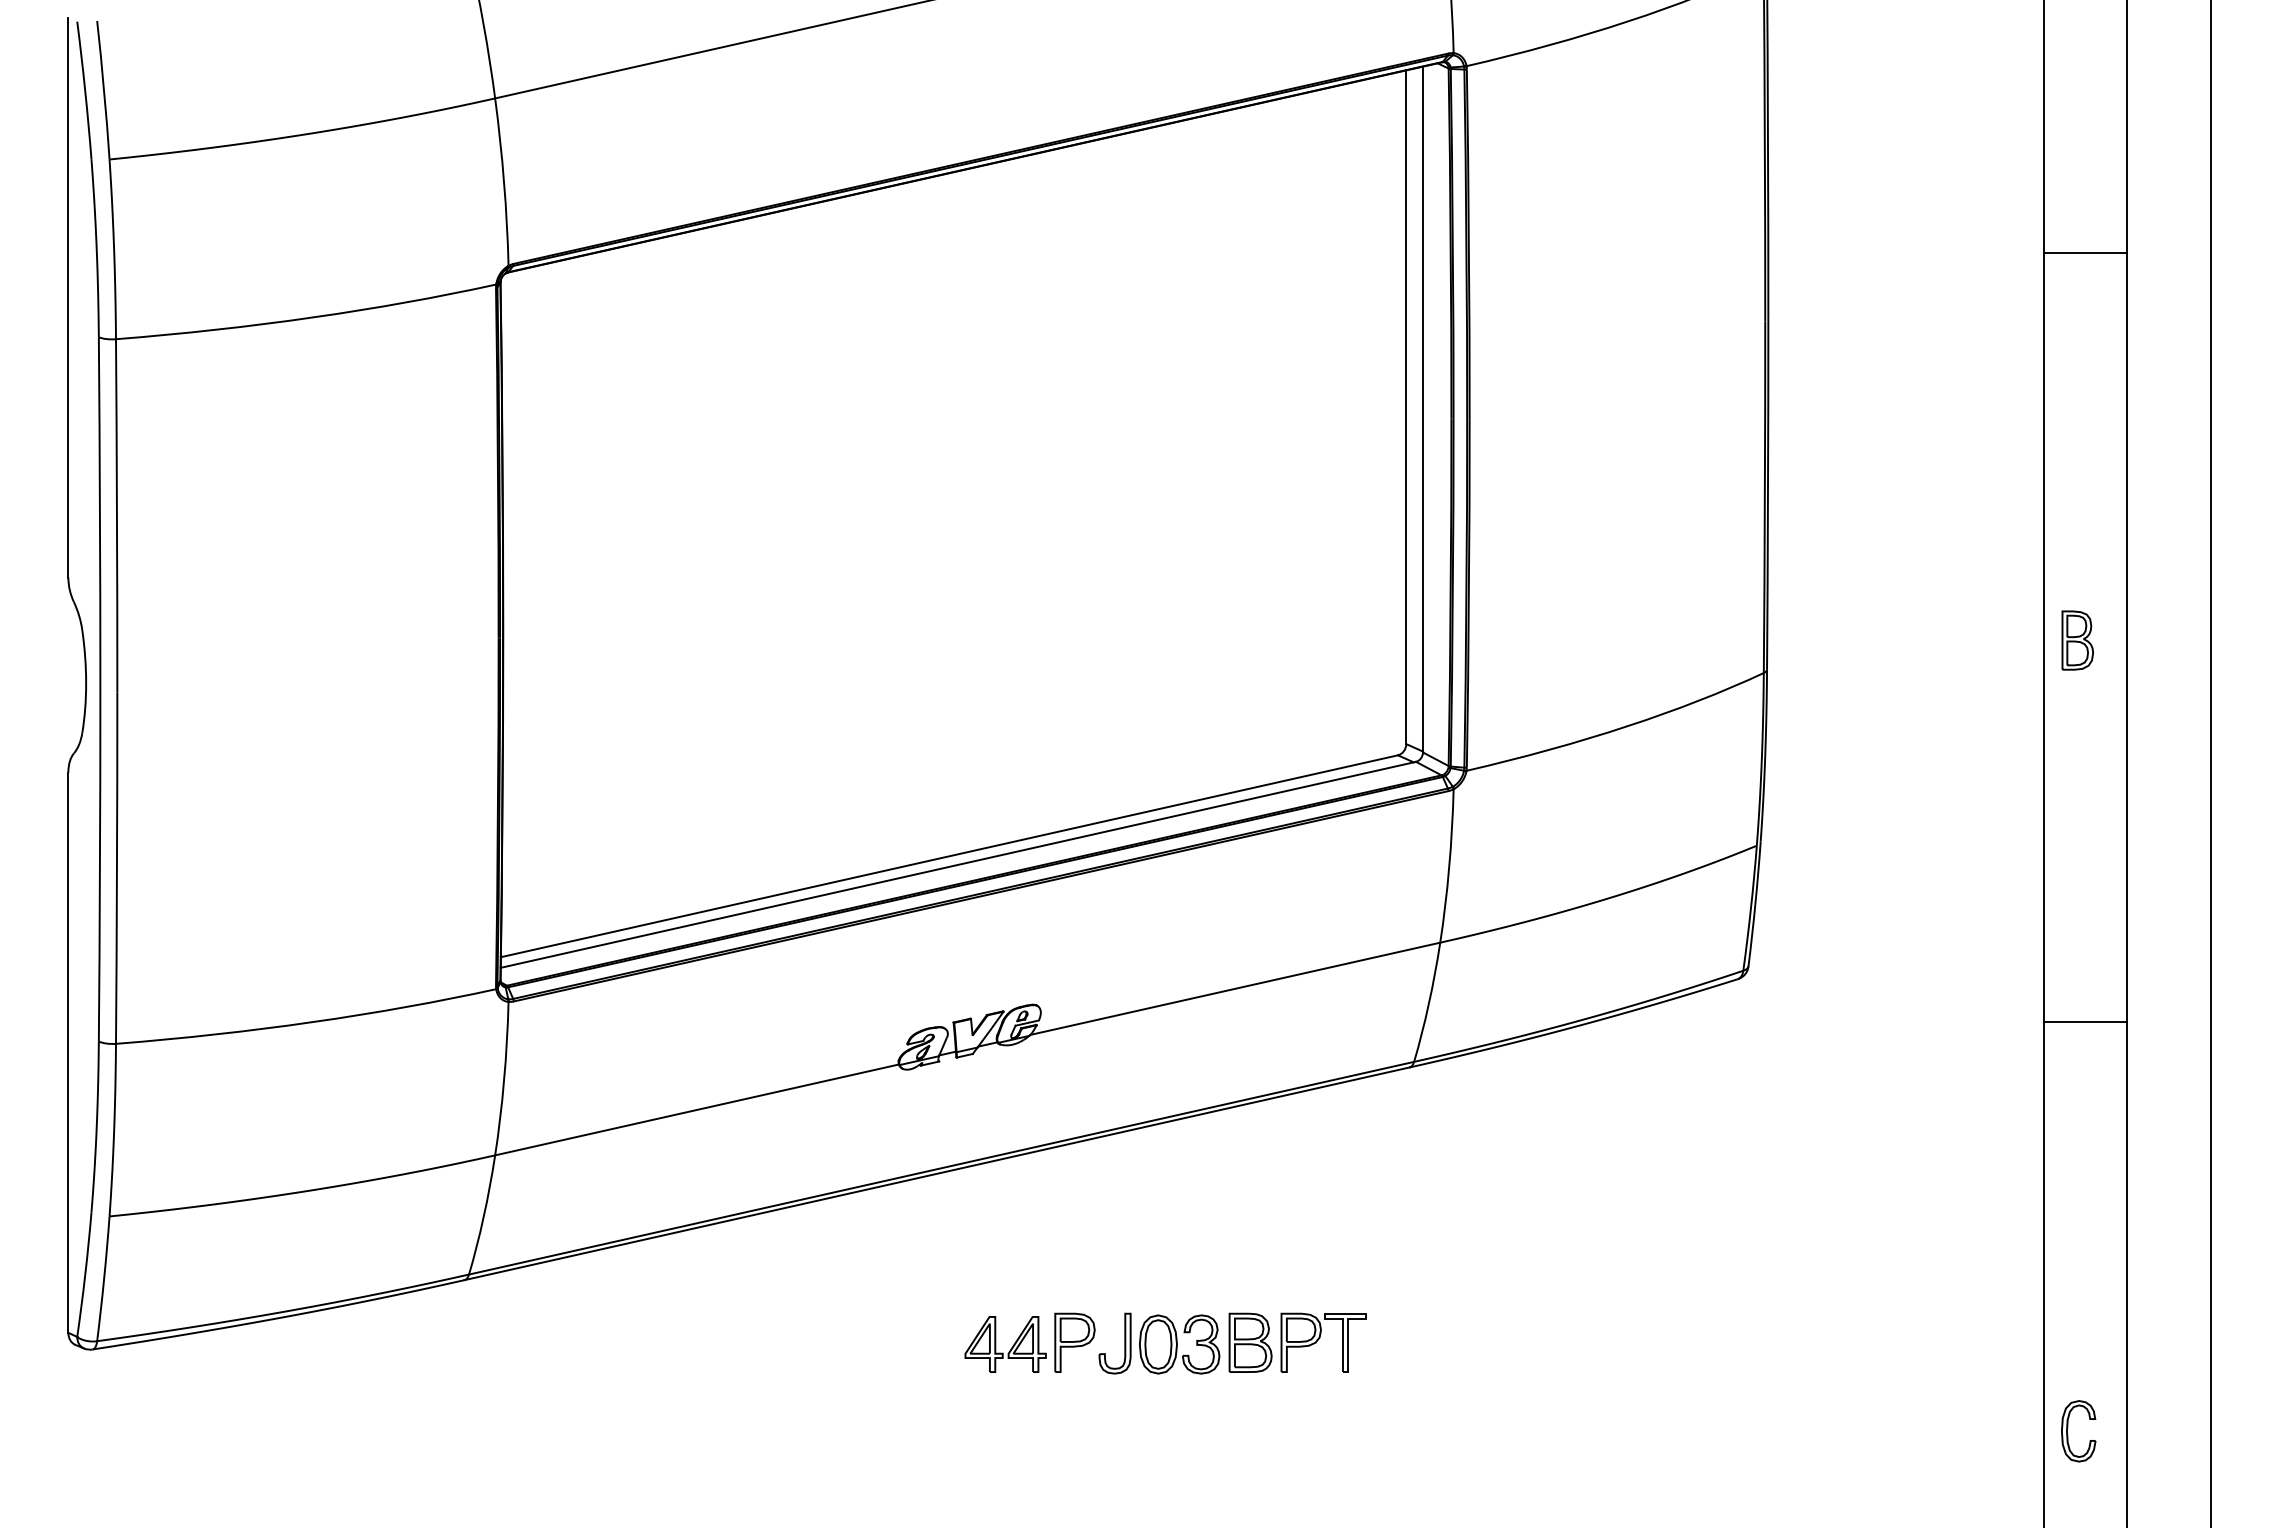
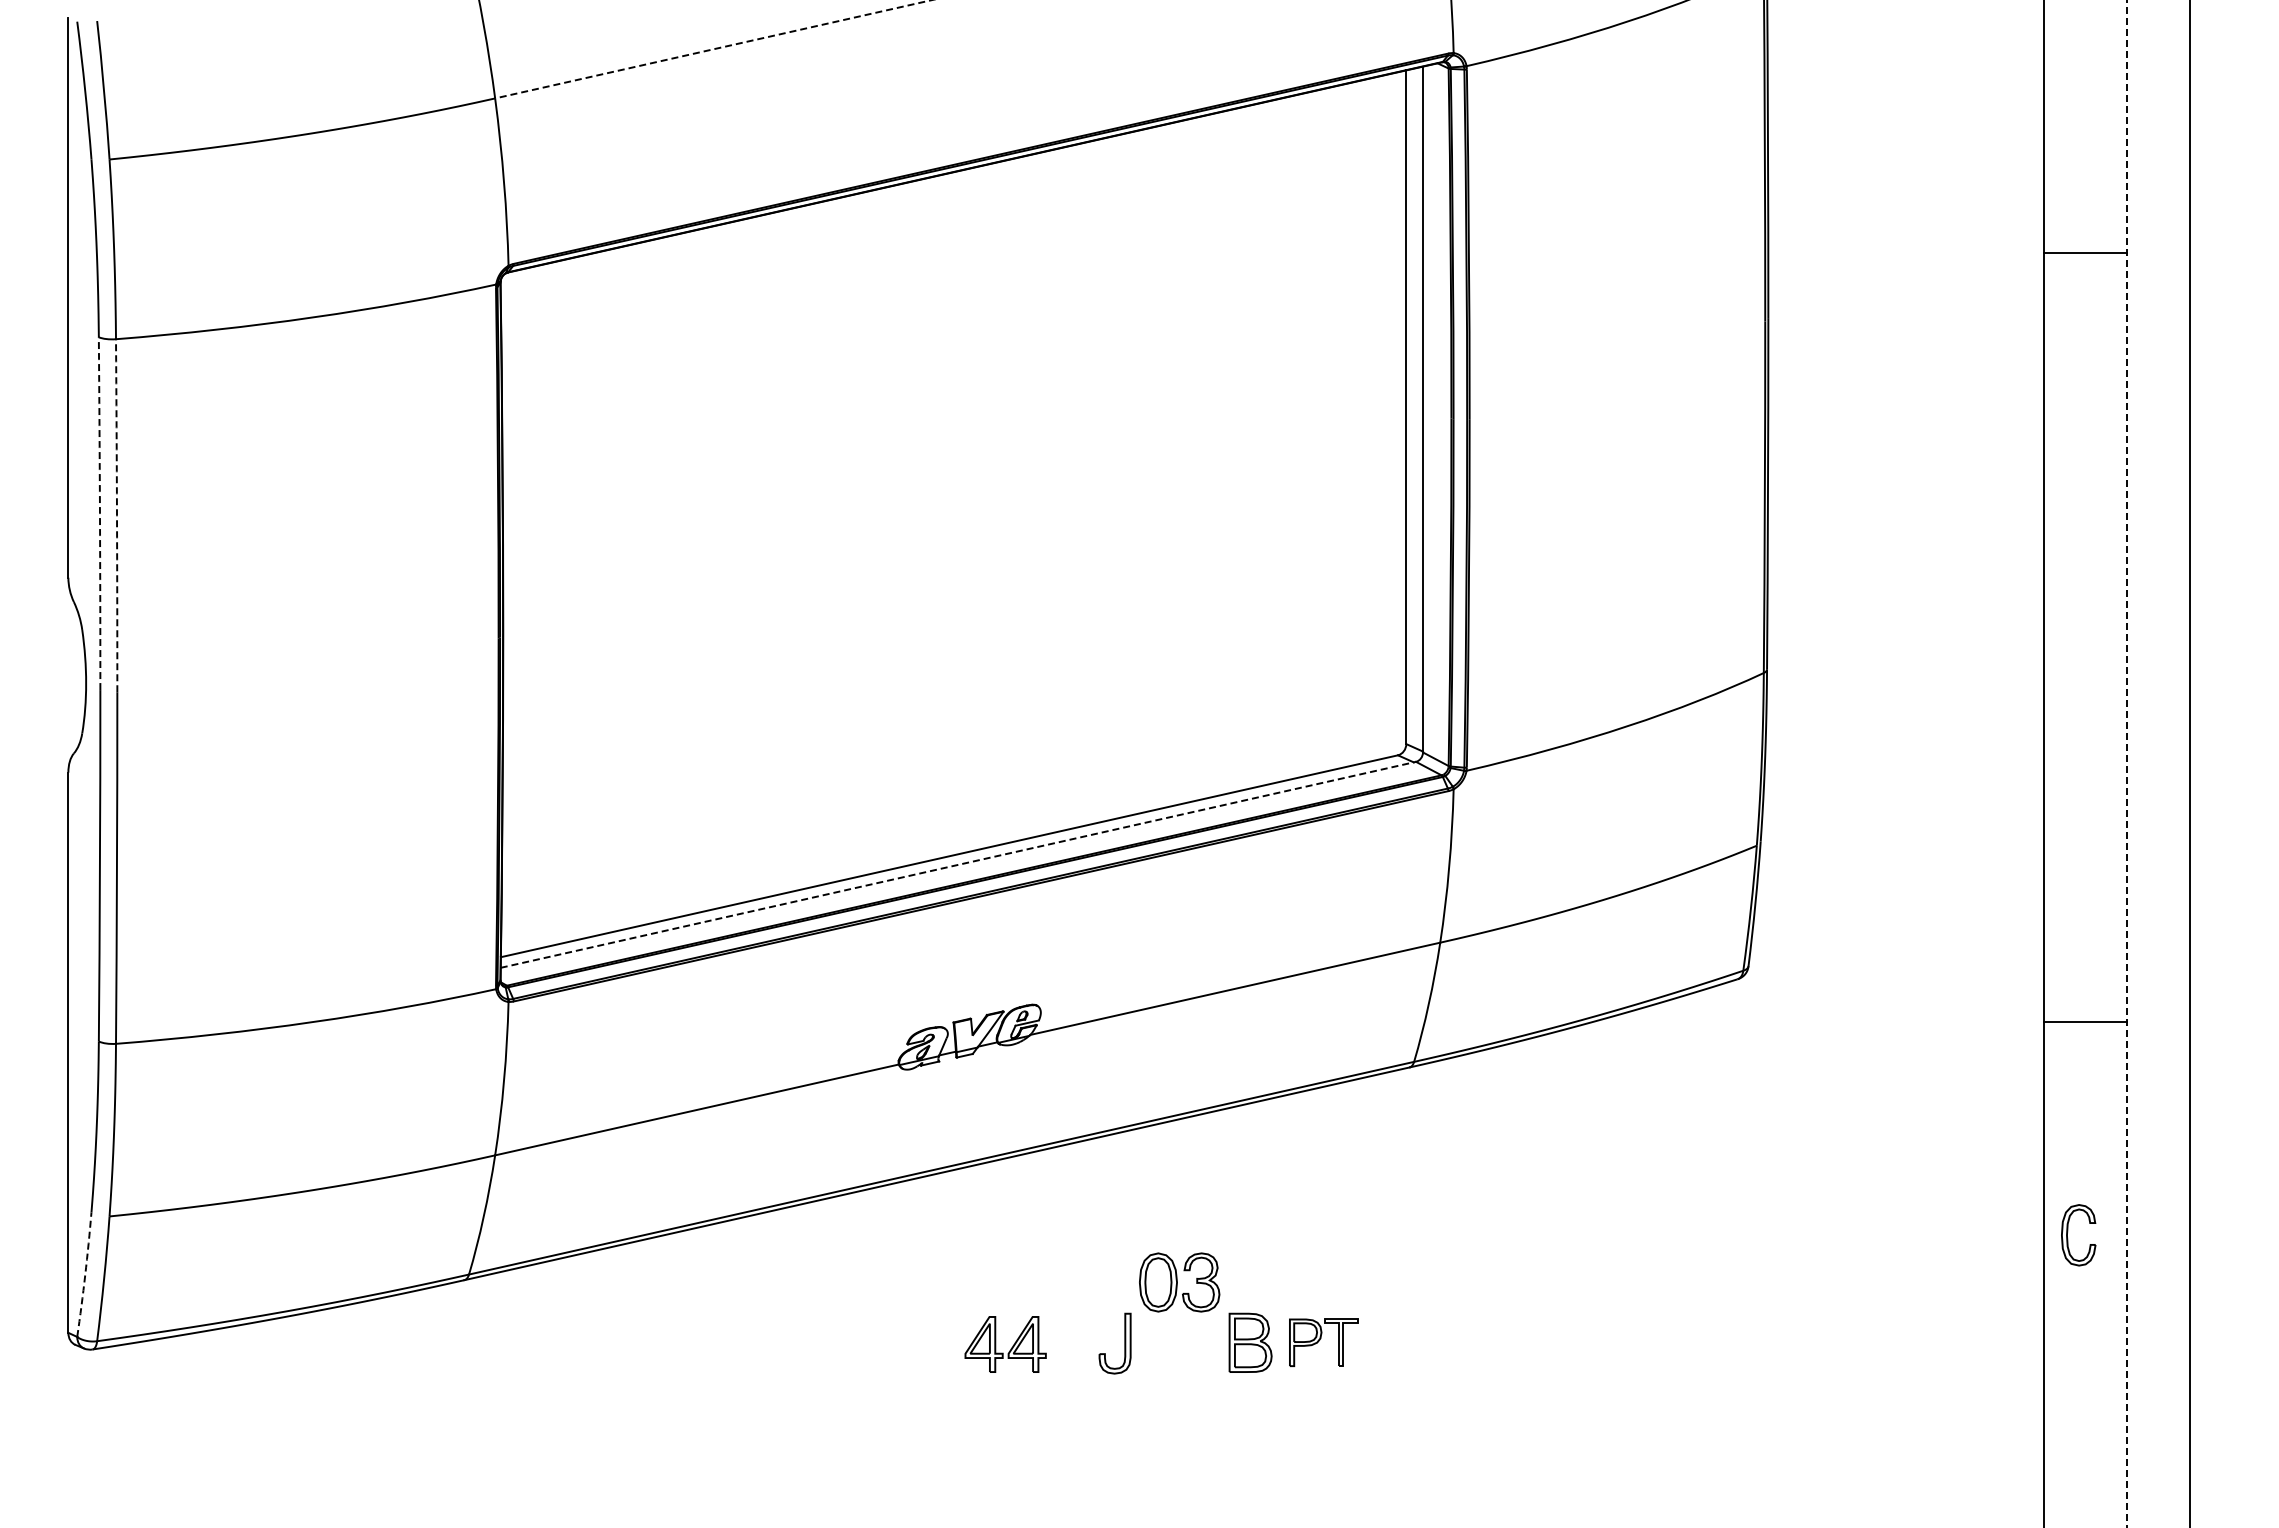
line at (713, 49): solid -> dashed
arc at (99, 513): solid -> dashed
arc at (117, 515): solid -> dashed
part at (2077, 640): present -> none
line at (2127, 763): solid -> dashed
line at (2210, 763) position: (2210, 763) -> (2189, 763)
line at (958, 864): solid -> dashed
arc at (85, 1274): solid -> dashed
part at (1074, 1342): present -> none
part at (1323, 1342) size: 87x61 px -> 70x49 px
part at (1179, 1344) position: (1179, 1344) -> (1179, 1282)
part at (2068, 1434) position: (2068, 1434) -> (2068, 1238)
